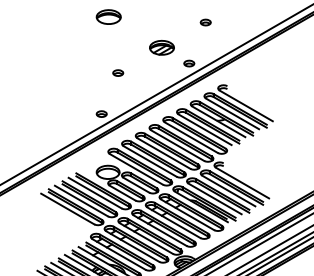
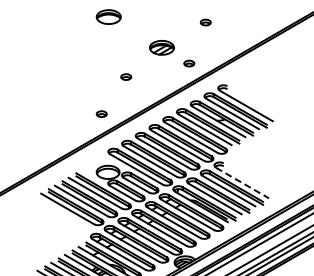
part at (118, 72) position: (118, 72) -> (126, 76)
line at (156, 94): present -> none
line at (242, 183): solid -> dashed
